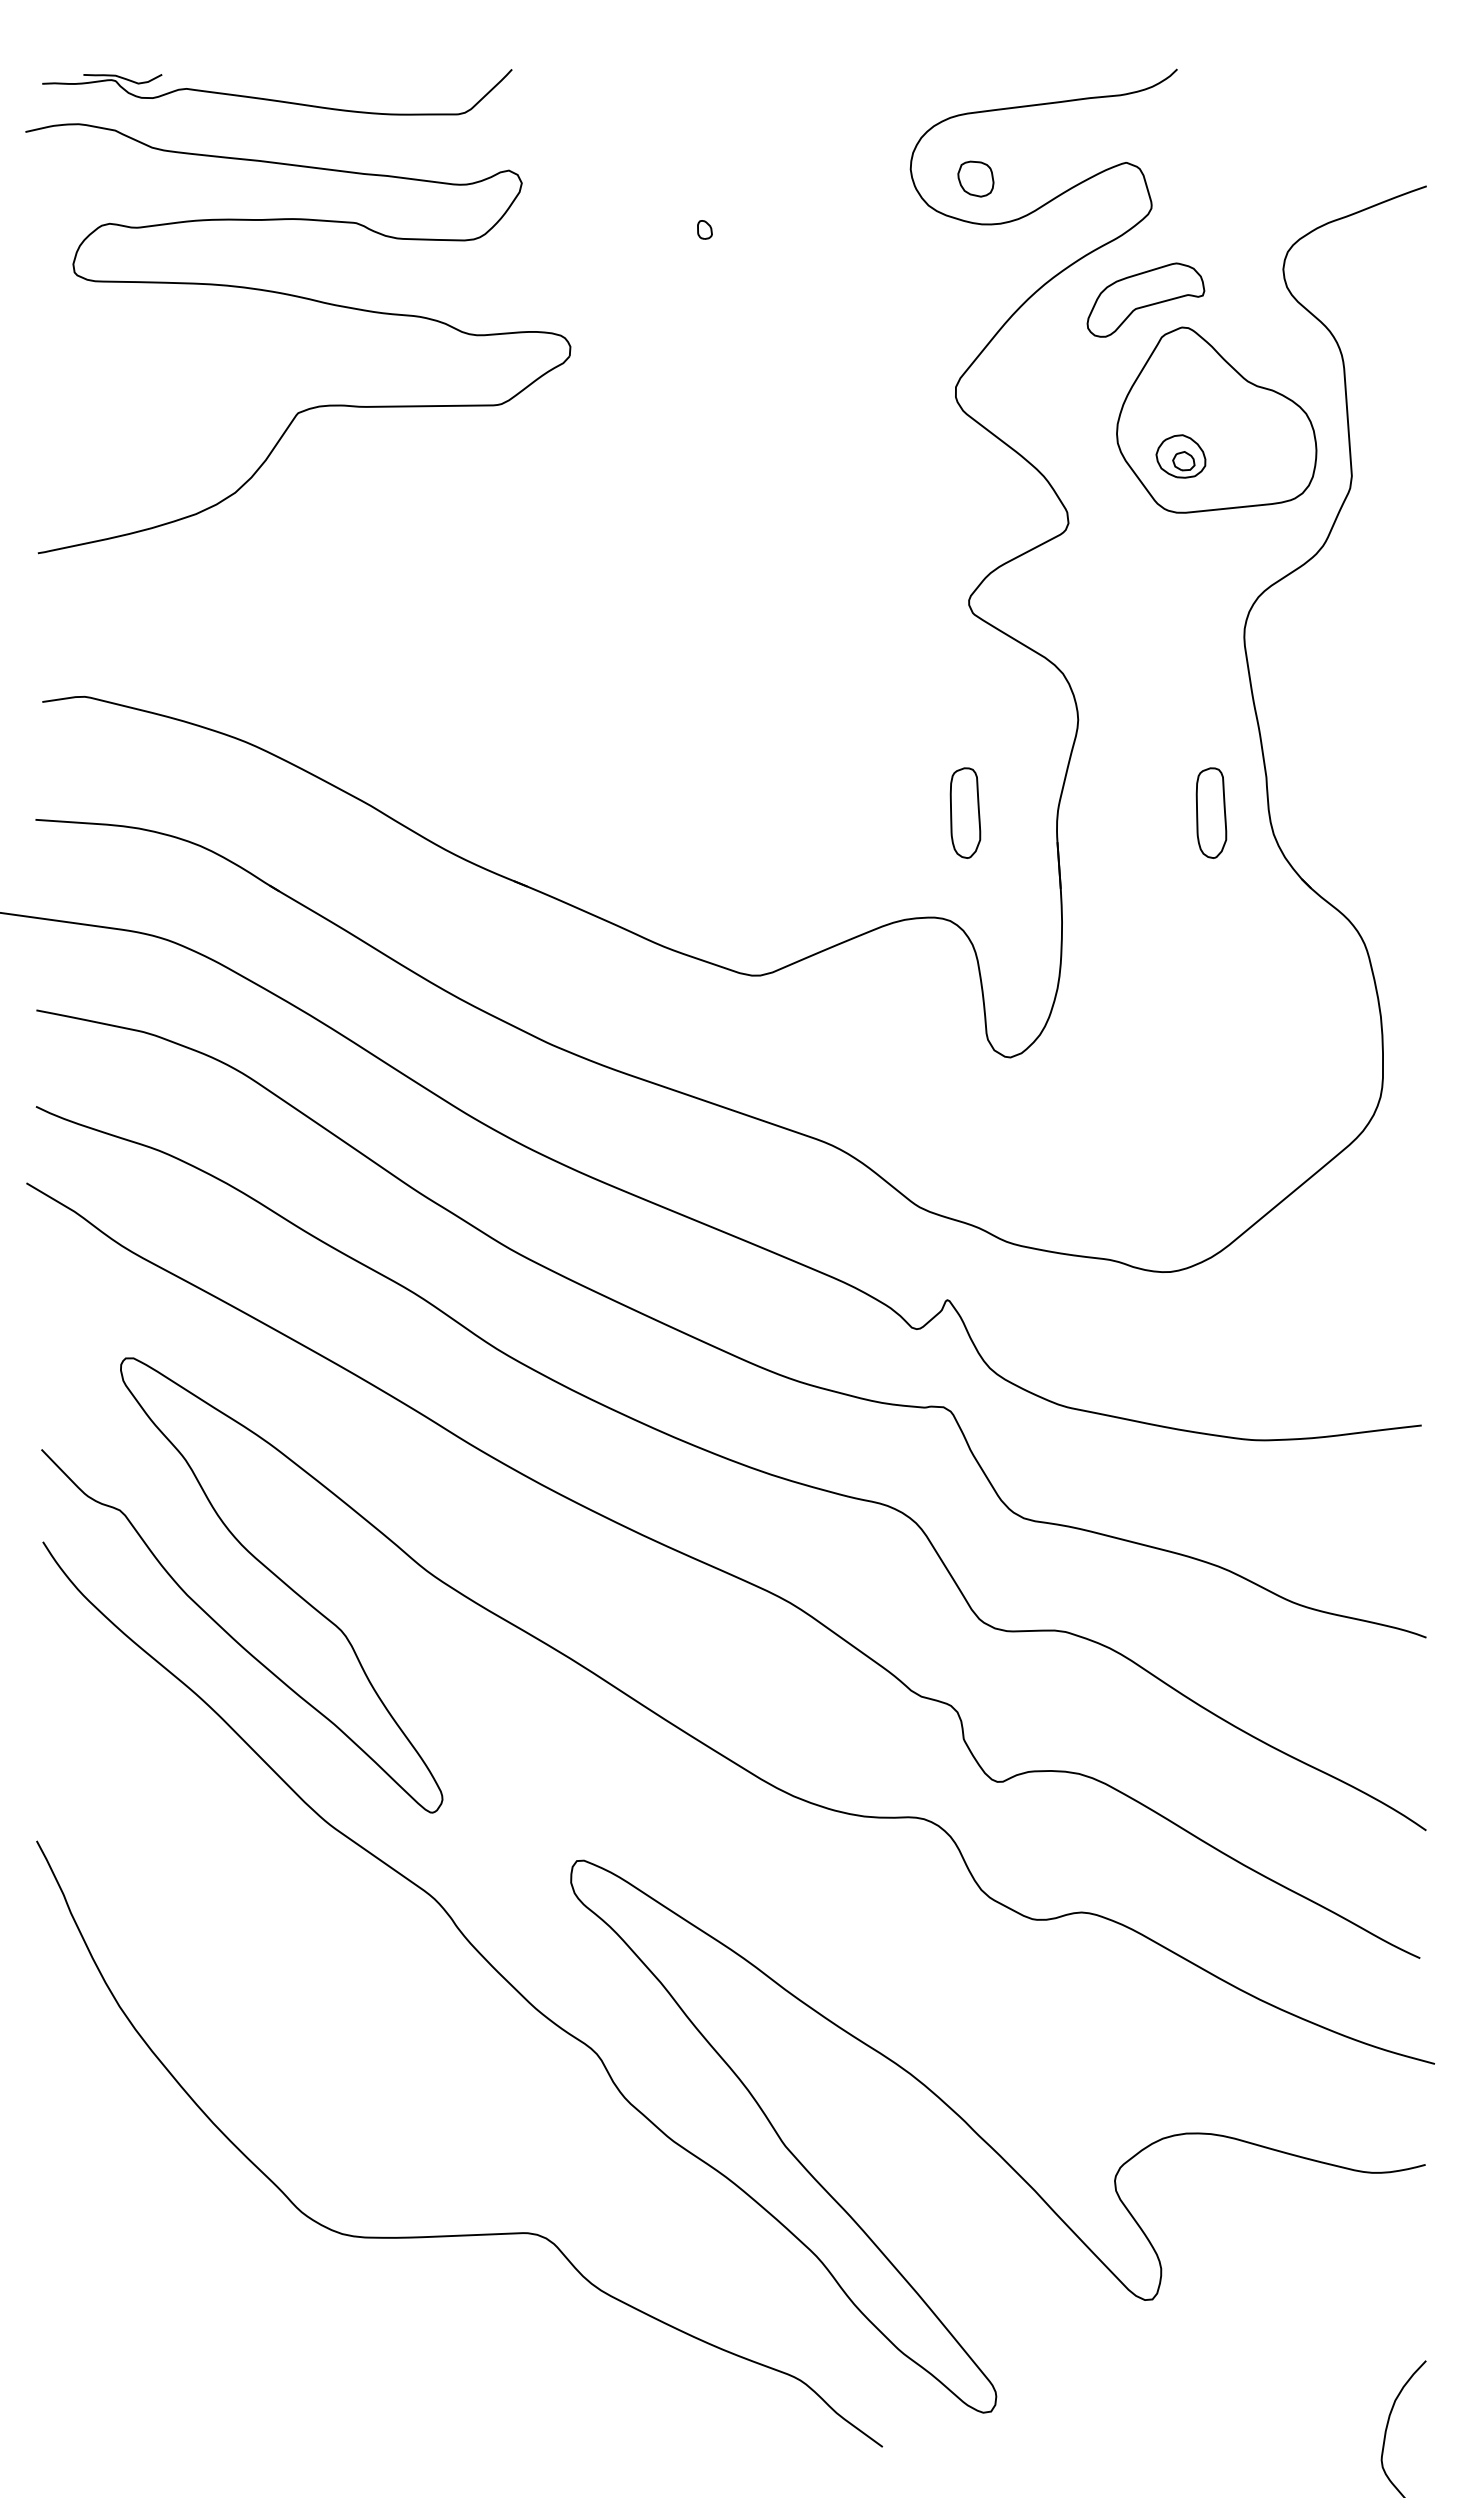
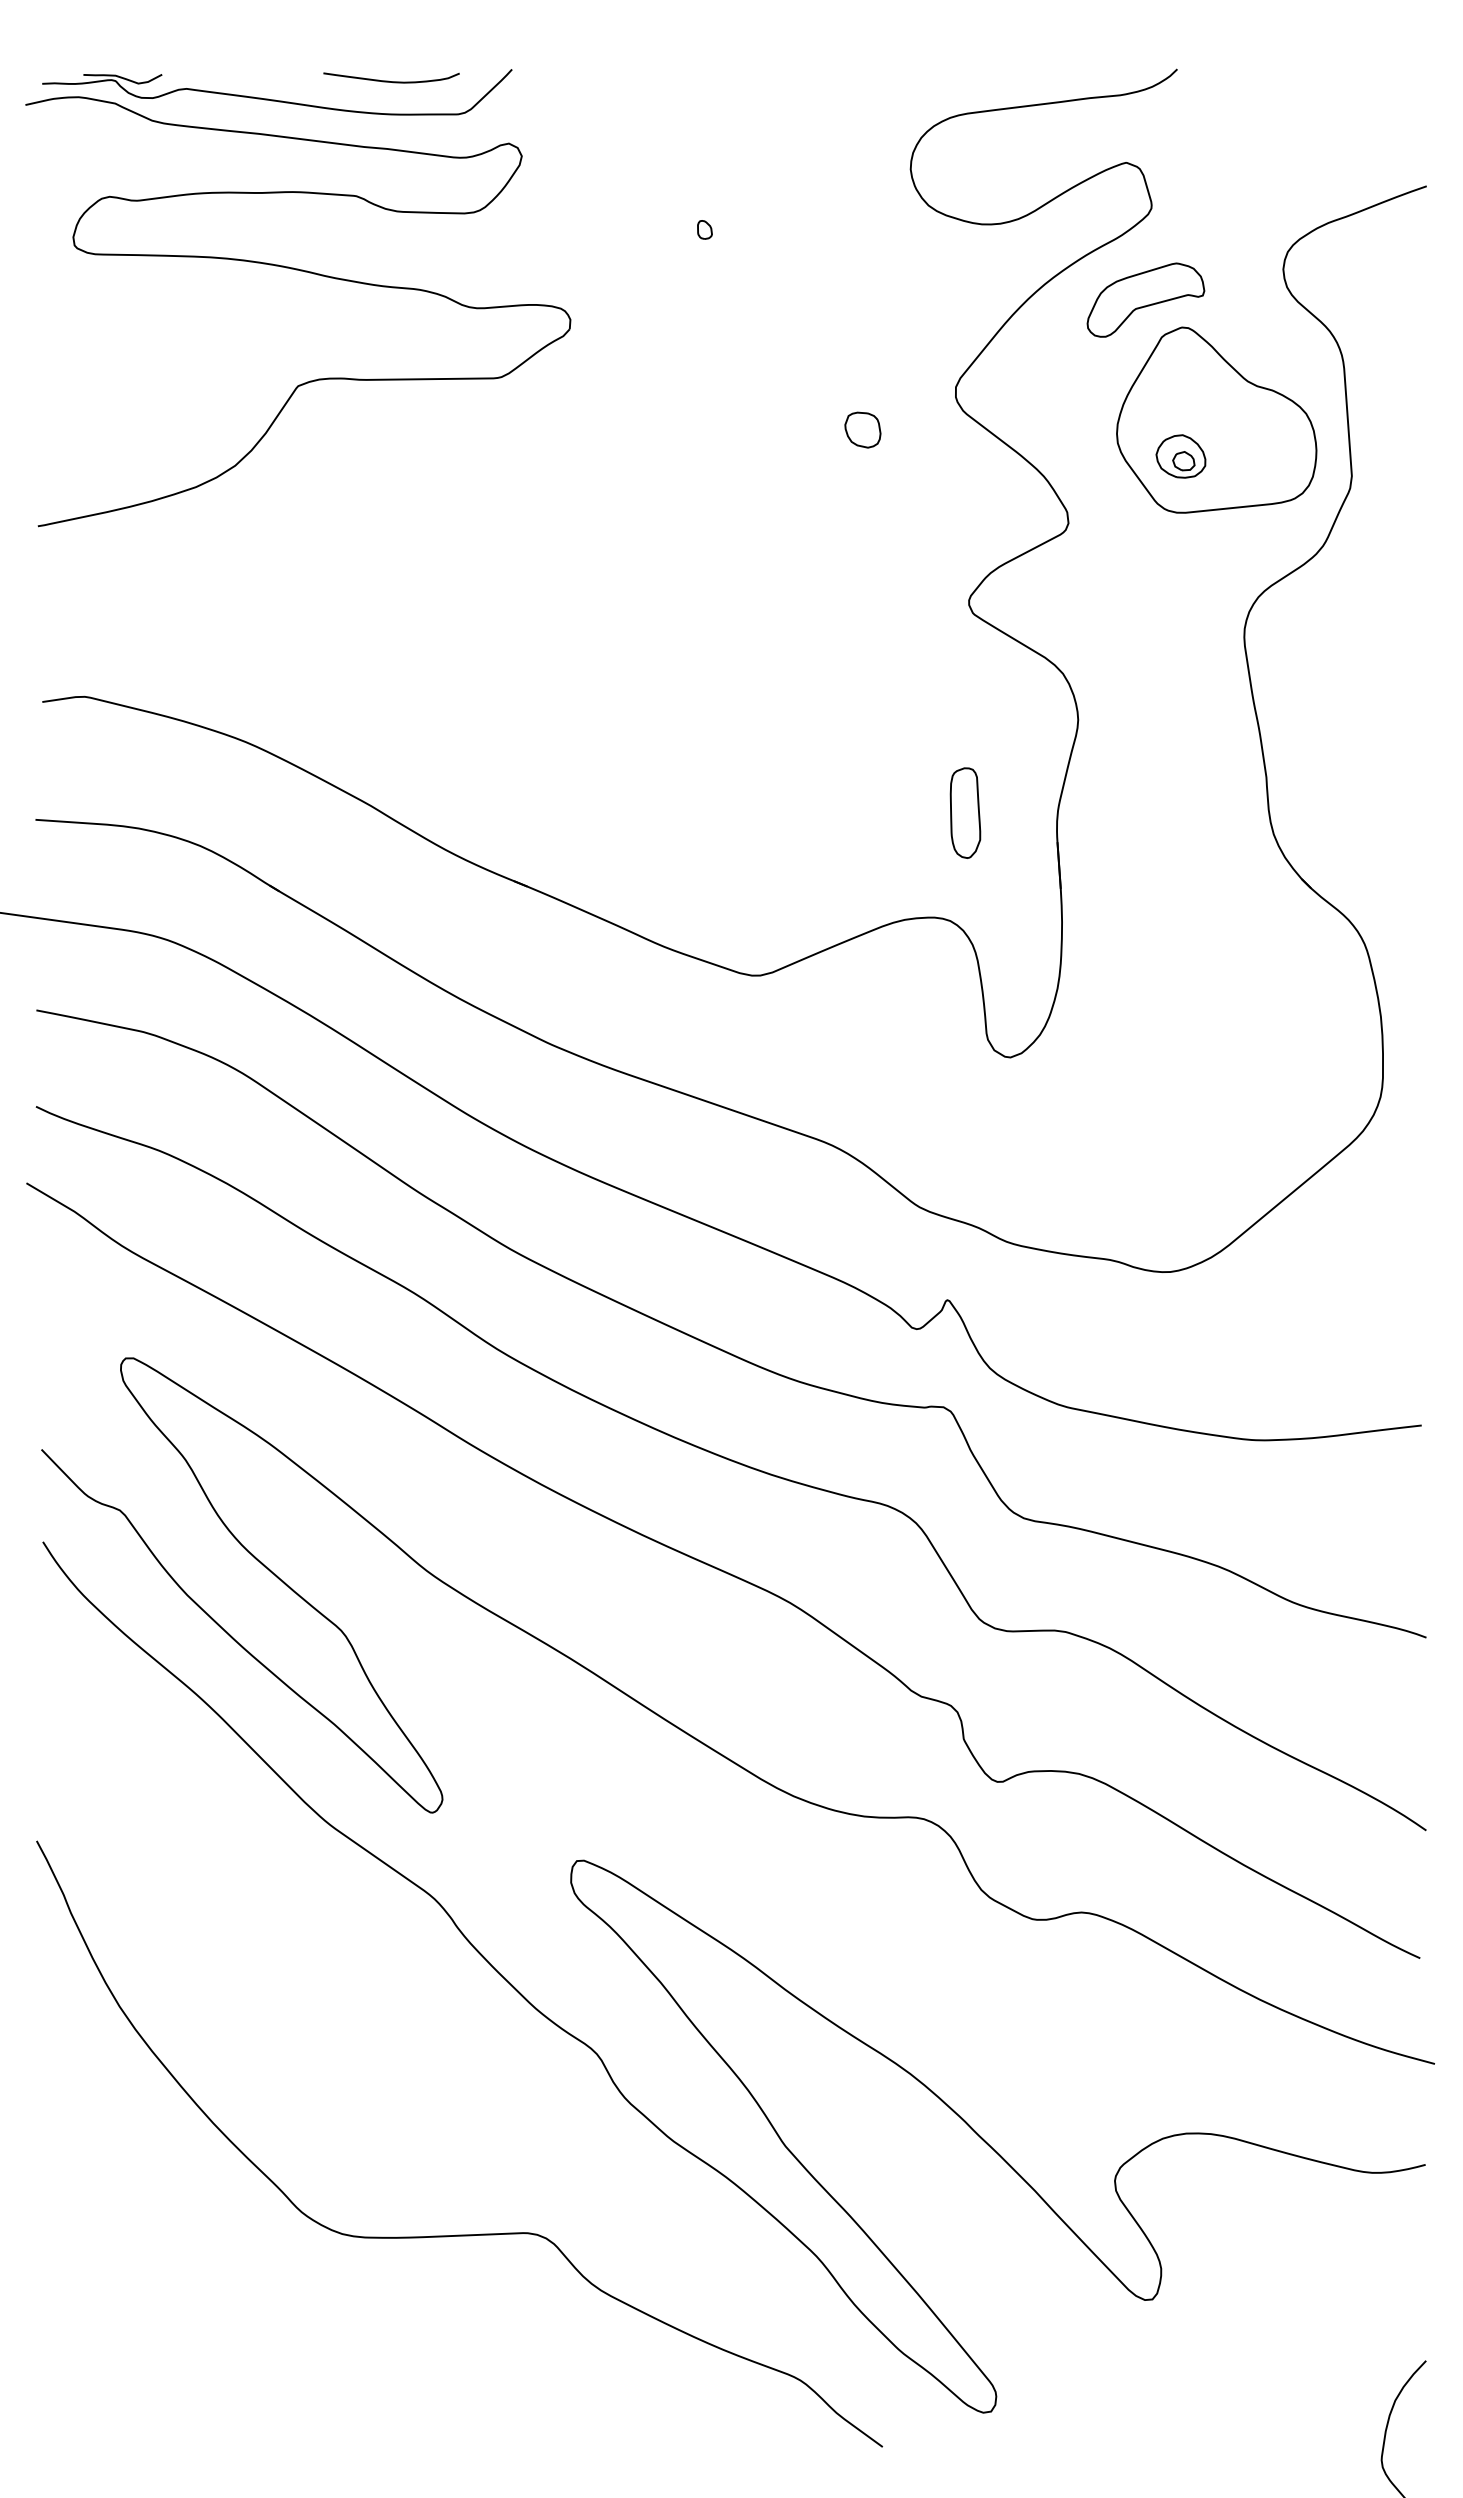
curve at (391, 81): none -> present
part at (975, 178) position: (975, 178) -> (862, 429)
part at (309, 300) position: (309, 300) -> (309, 273)
part at (1211, 812): present -> none
